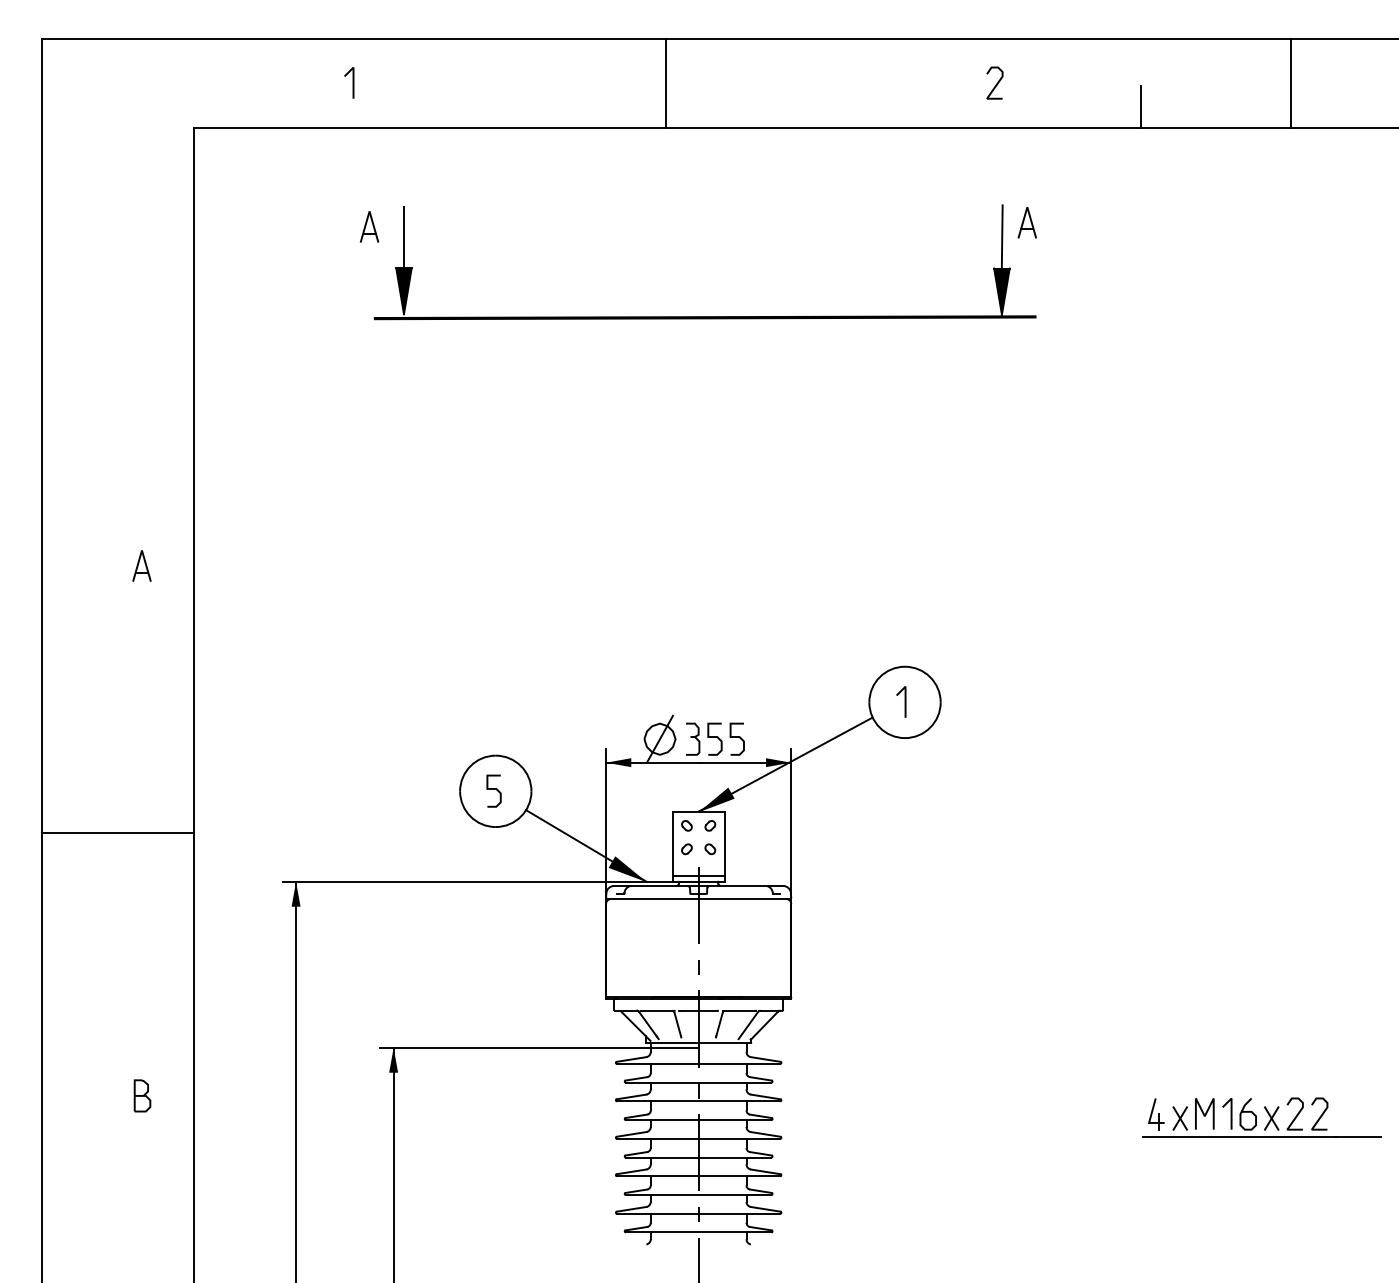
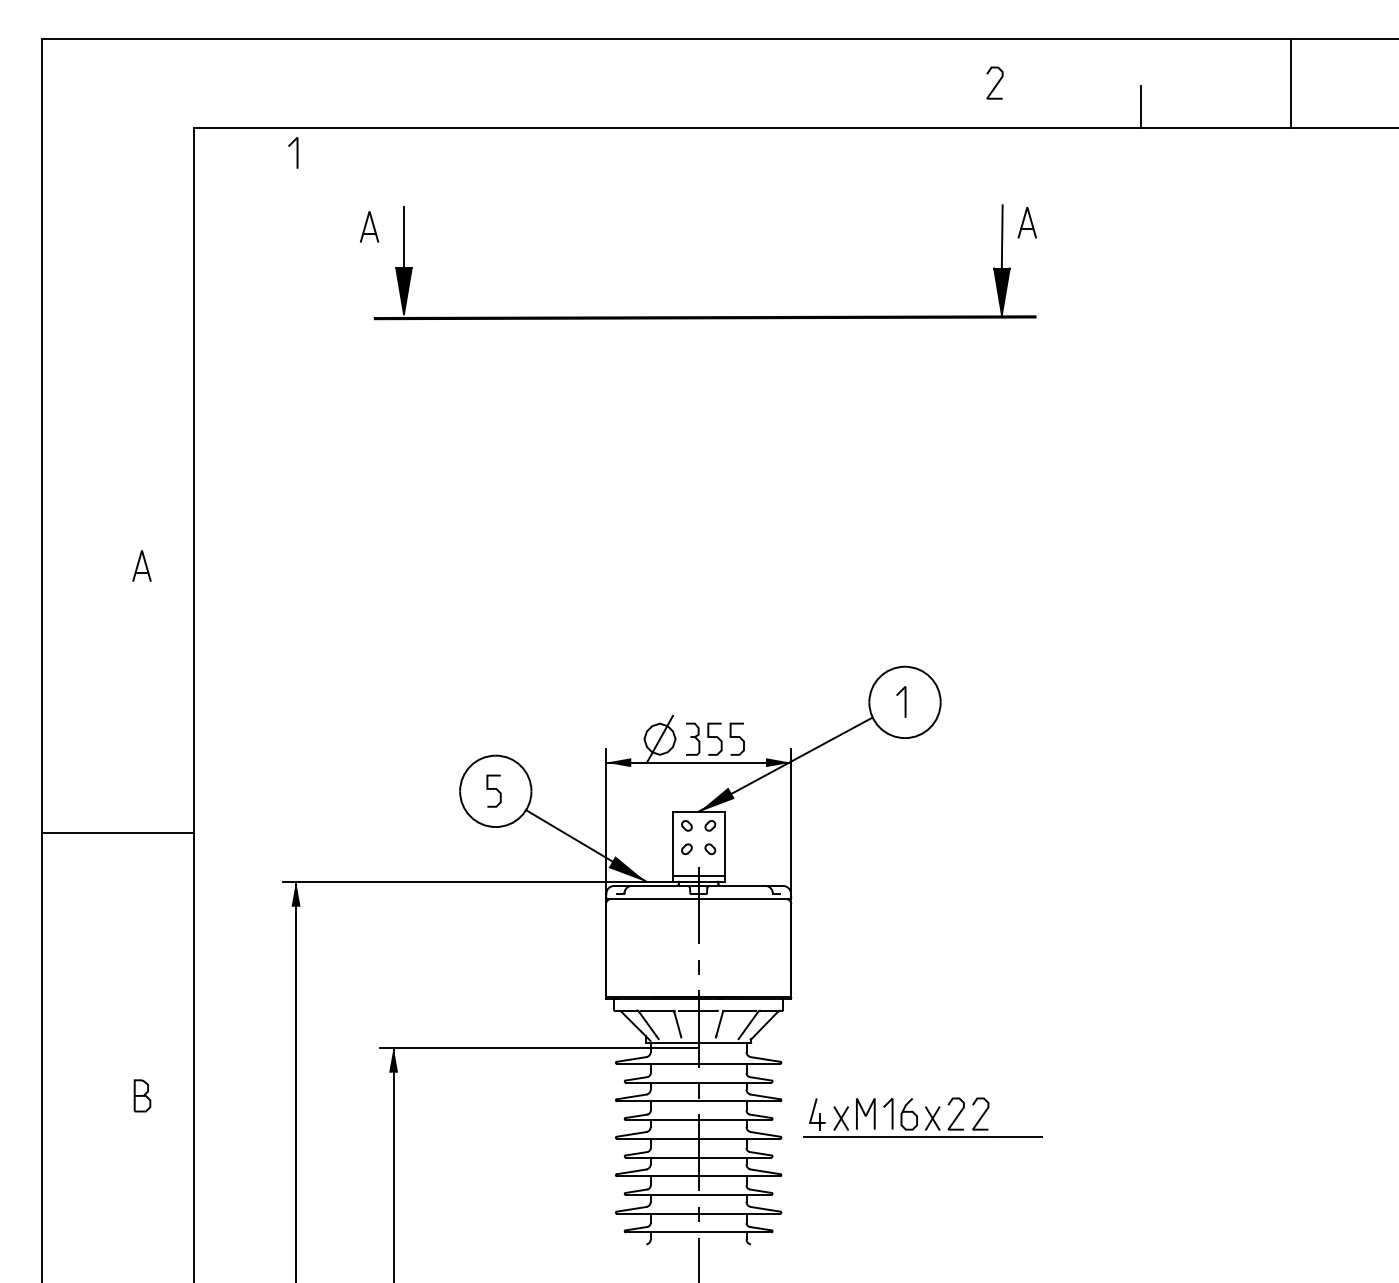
line at (352, 82) position: (352, 82) -> (296, 152)
line at (666, 82): present -> none
part at (1261, 1117) position: (1261, 1117) -> (922, 1117)
